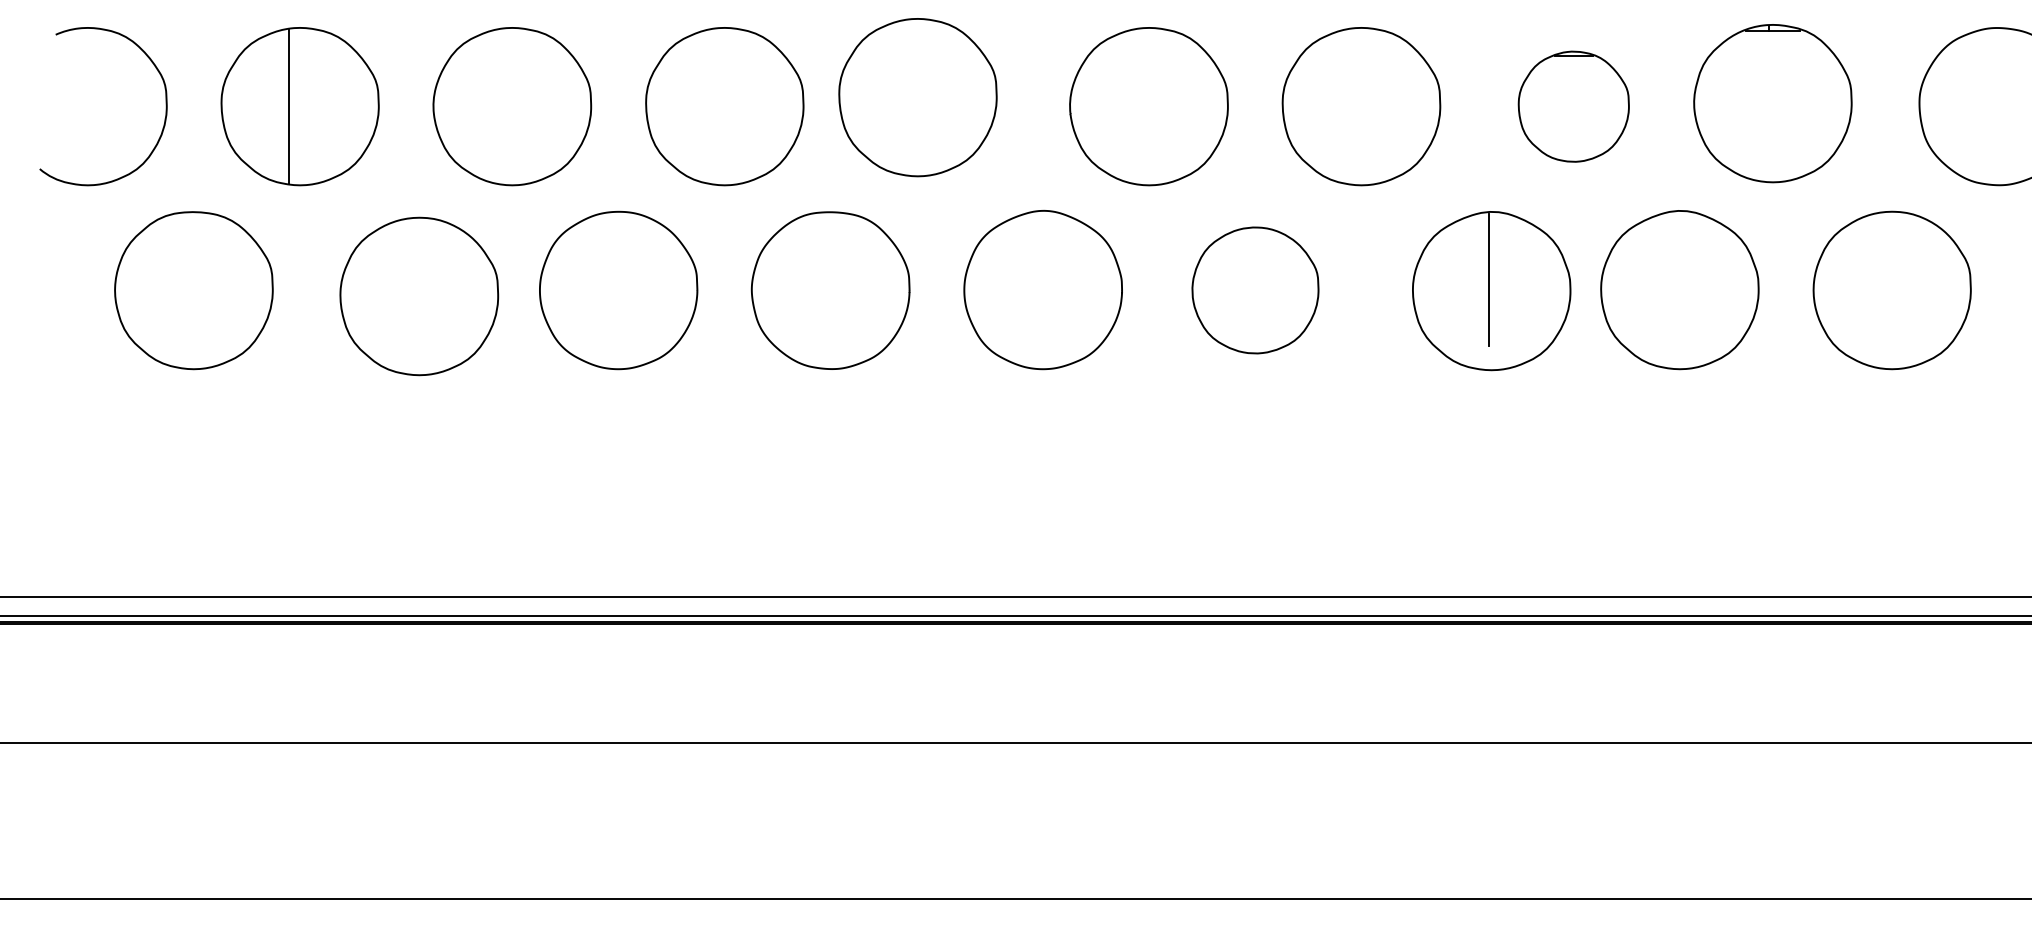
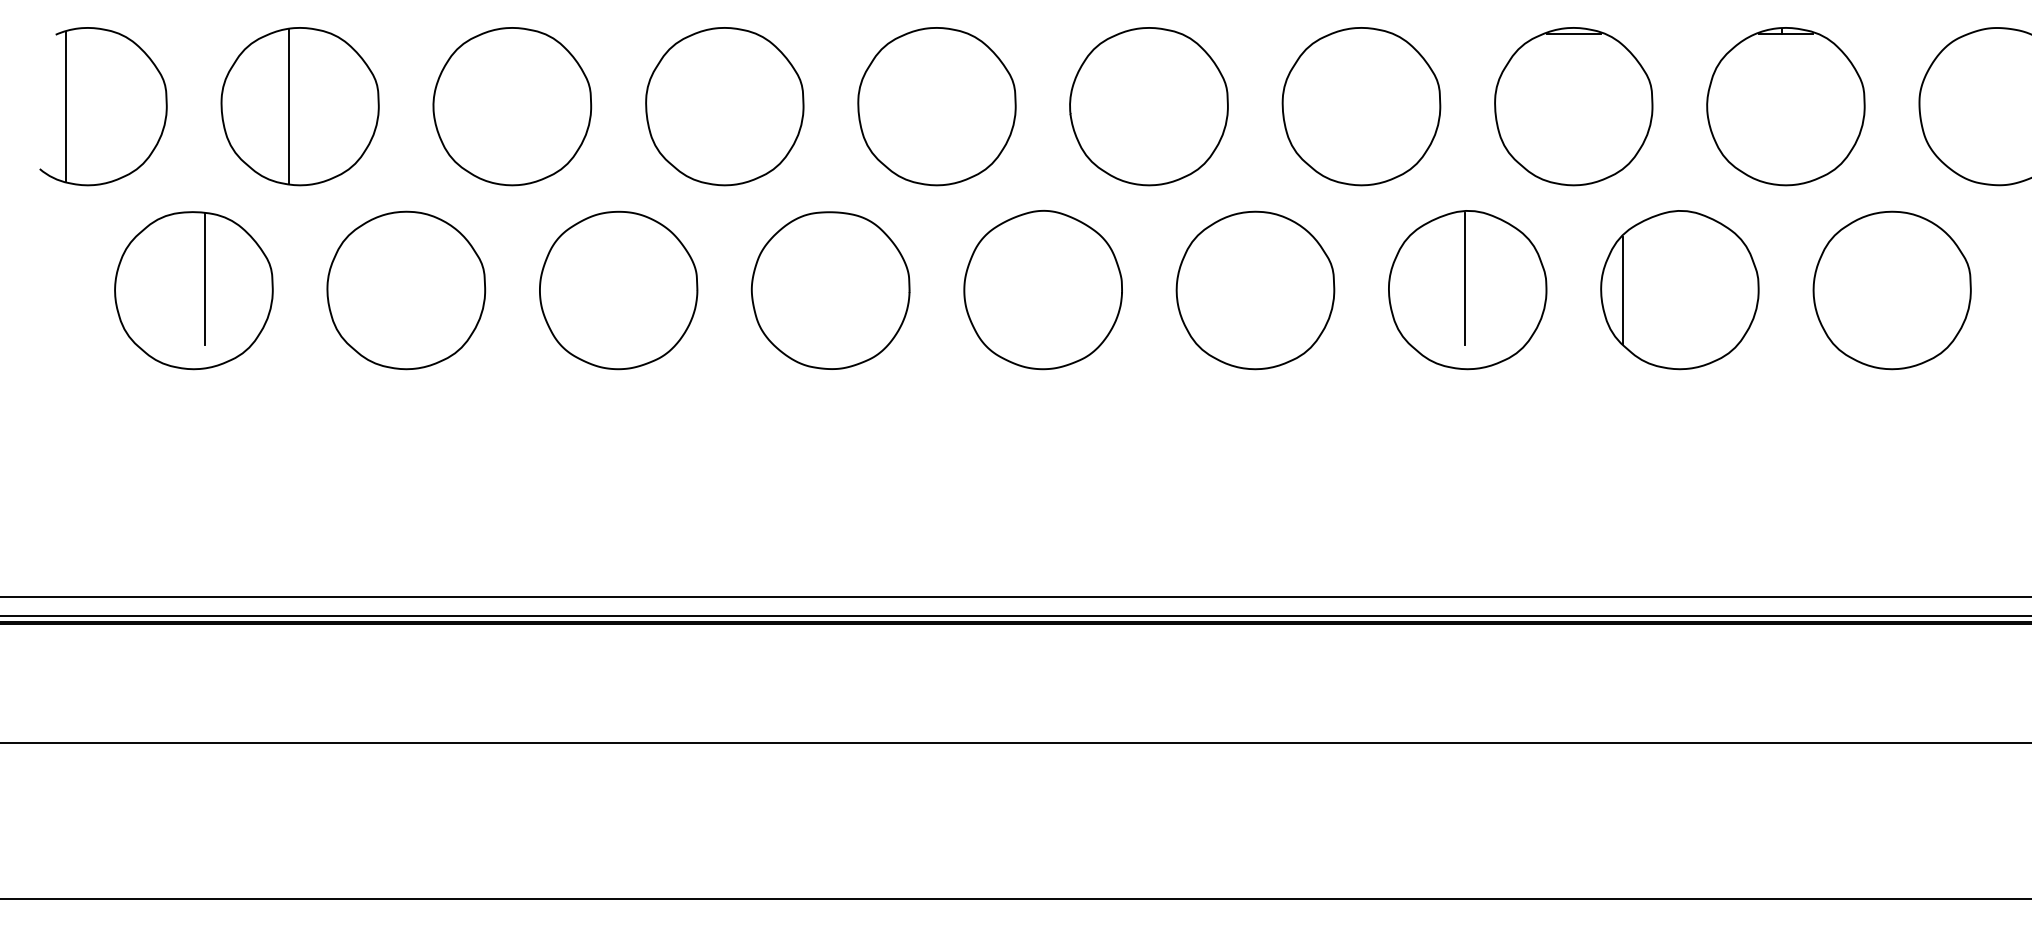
part at (917, 97) position: (917, 97) -> (936, 106)
part at (1772, 103) position: (1772, 103) -> (1785, 106)
line at (66, 106): none -> present
part at (1573, 106) size: 113x113 px -> 160x160 px
line at (205, 278): none -> present
part at (1255, 290) size: 129x129 px -> 161x161 px
line at (1622, 290): none -> present
part at (1491, 291) position: (1491, 291) -> (1467, 290)
part at (419, 296) position: (419, 296) -> (406, 290)
